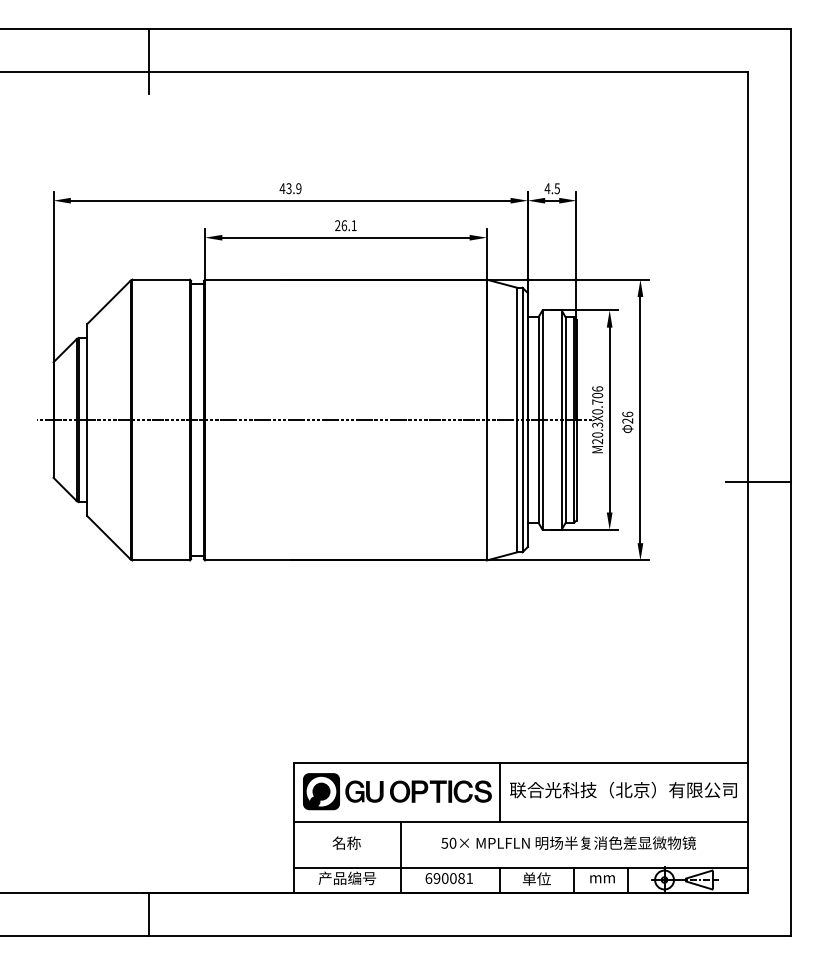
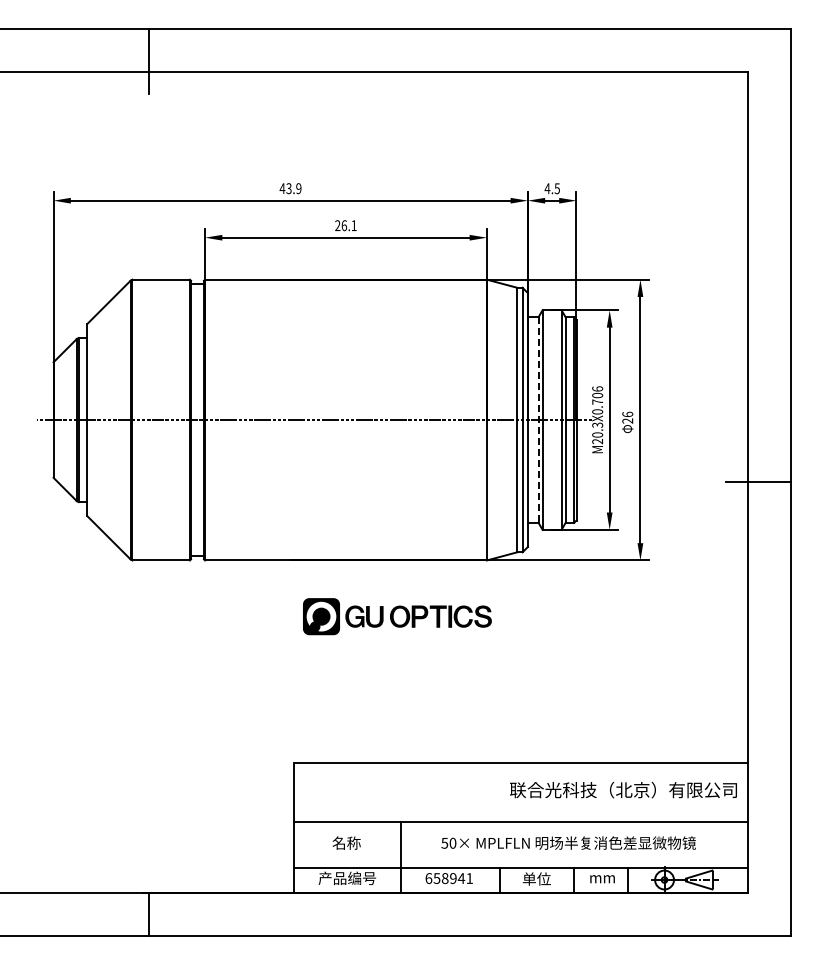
line at (538, 420): solid -> dashed
part at (397, 791) position: (397, 791) -> (397, 616)
line at (499, 792): present -> none
text at (449, 878): 690081 -> 658941
